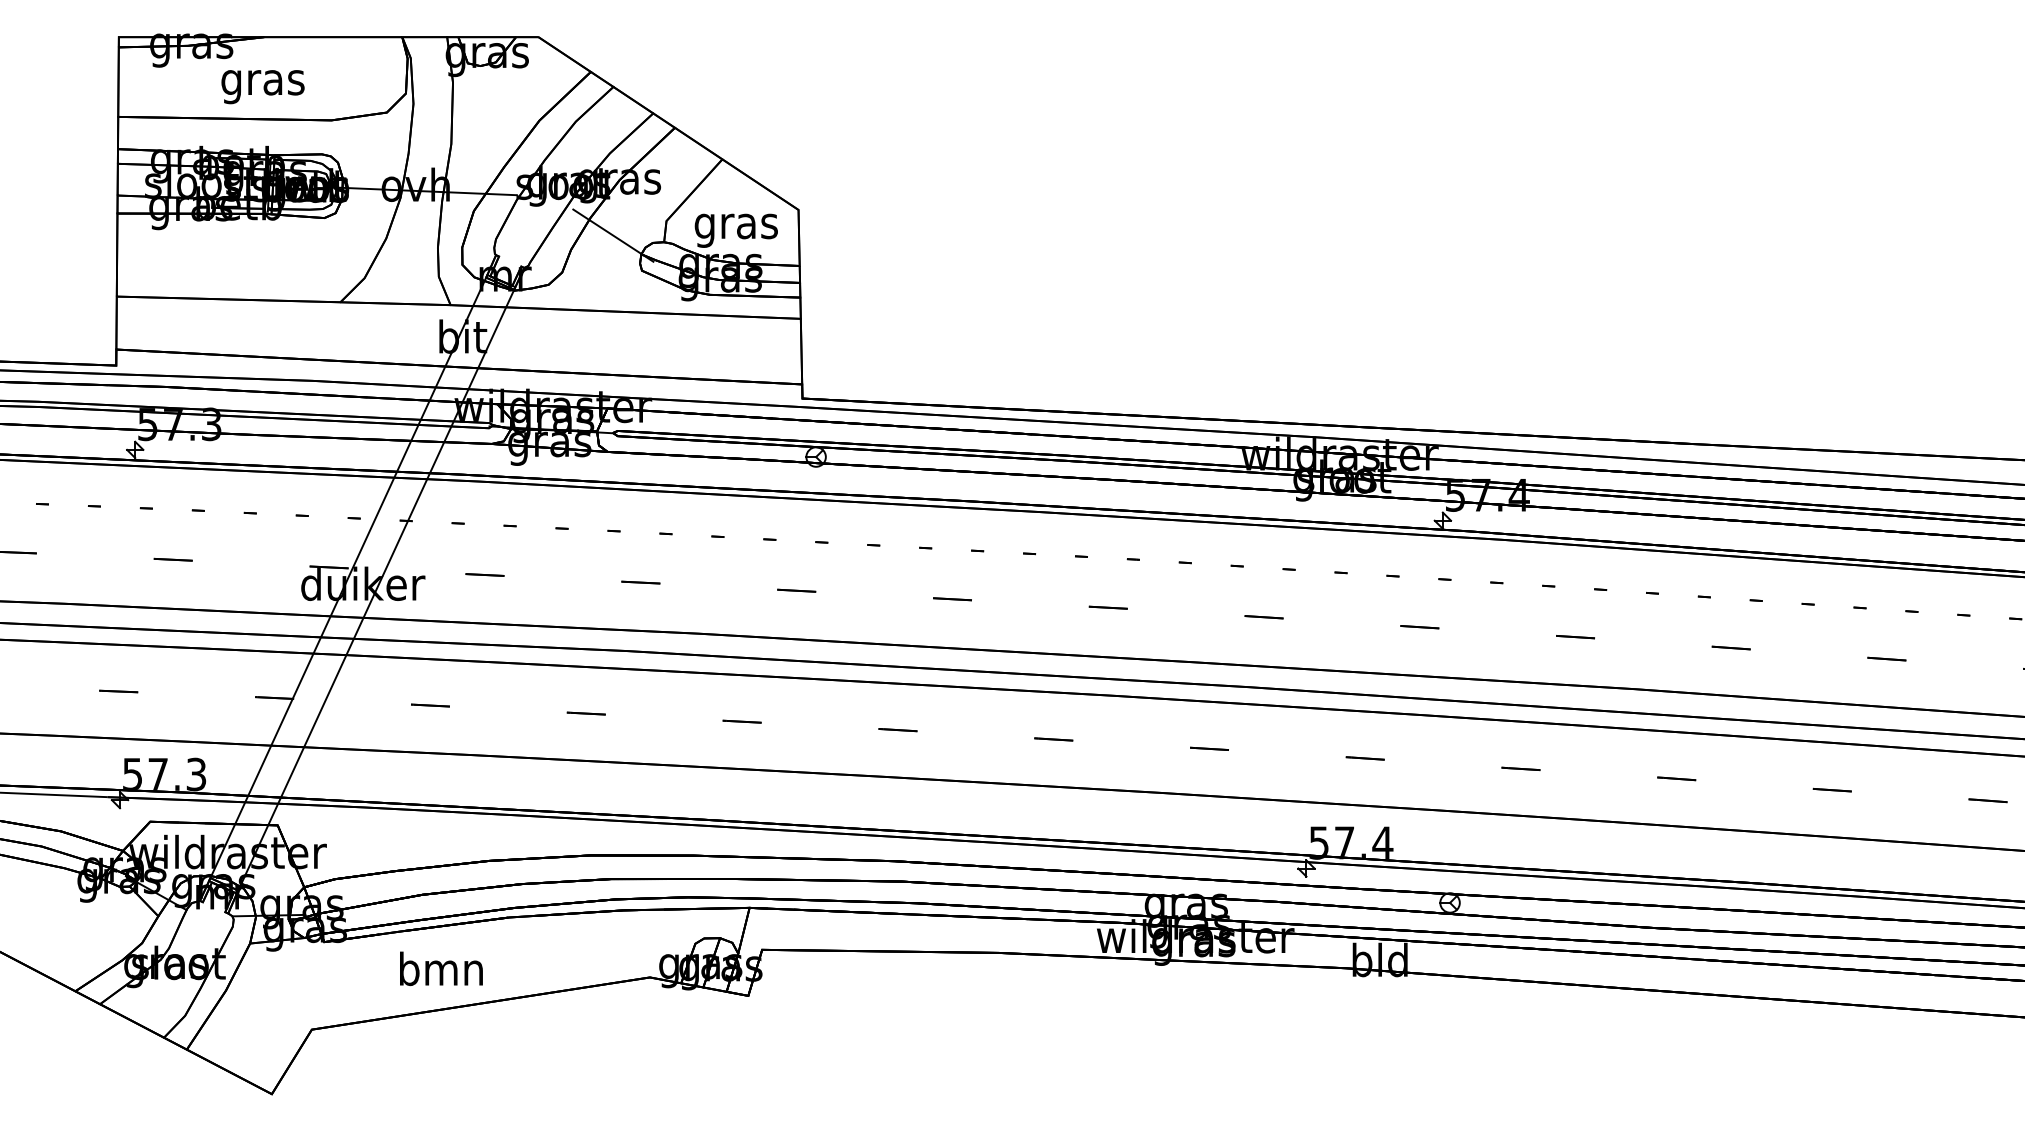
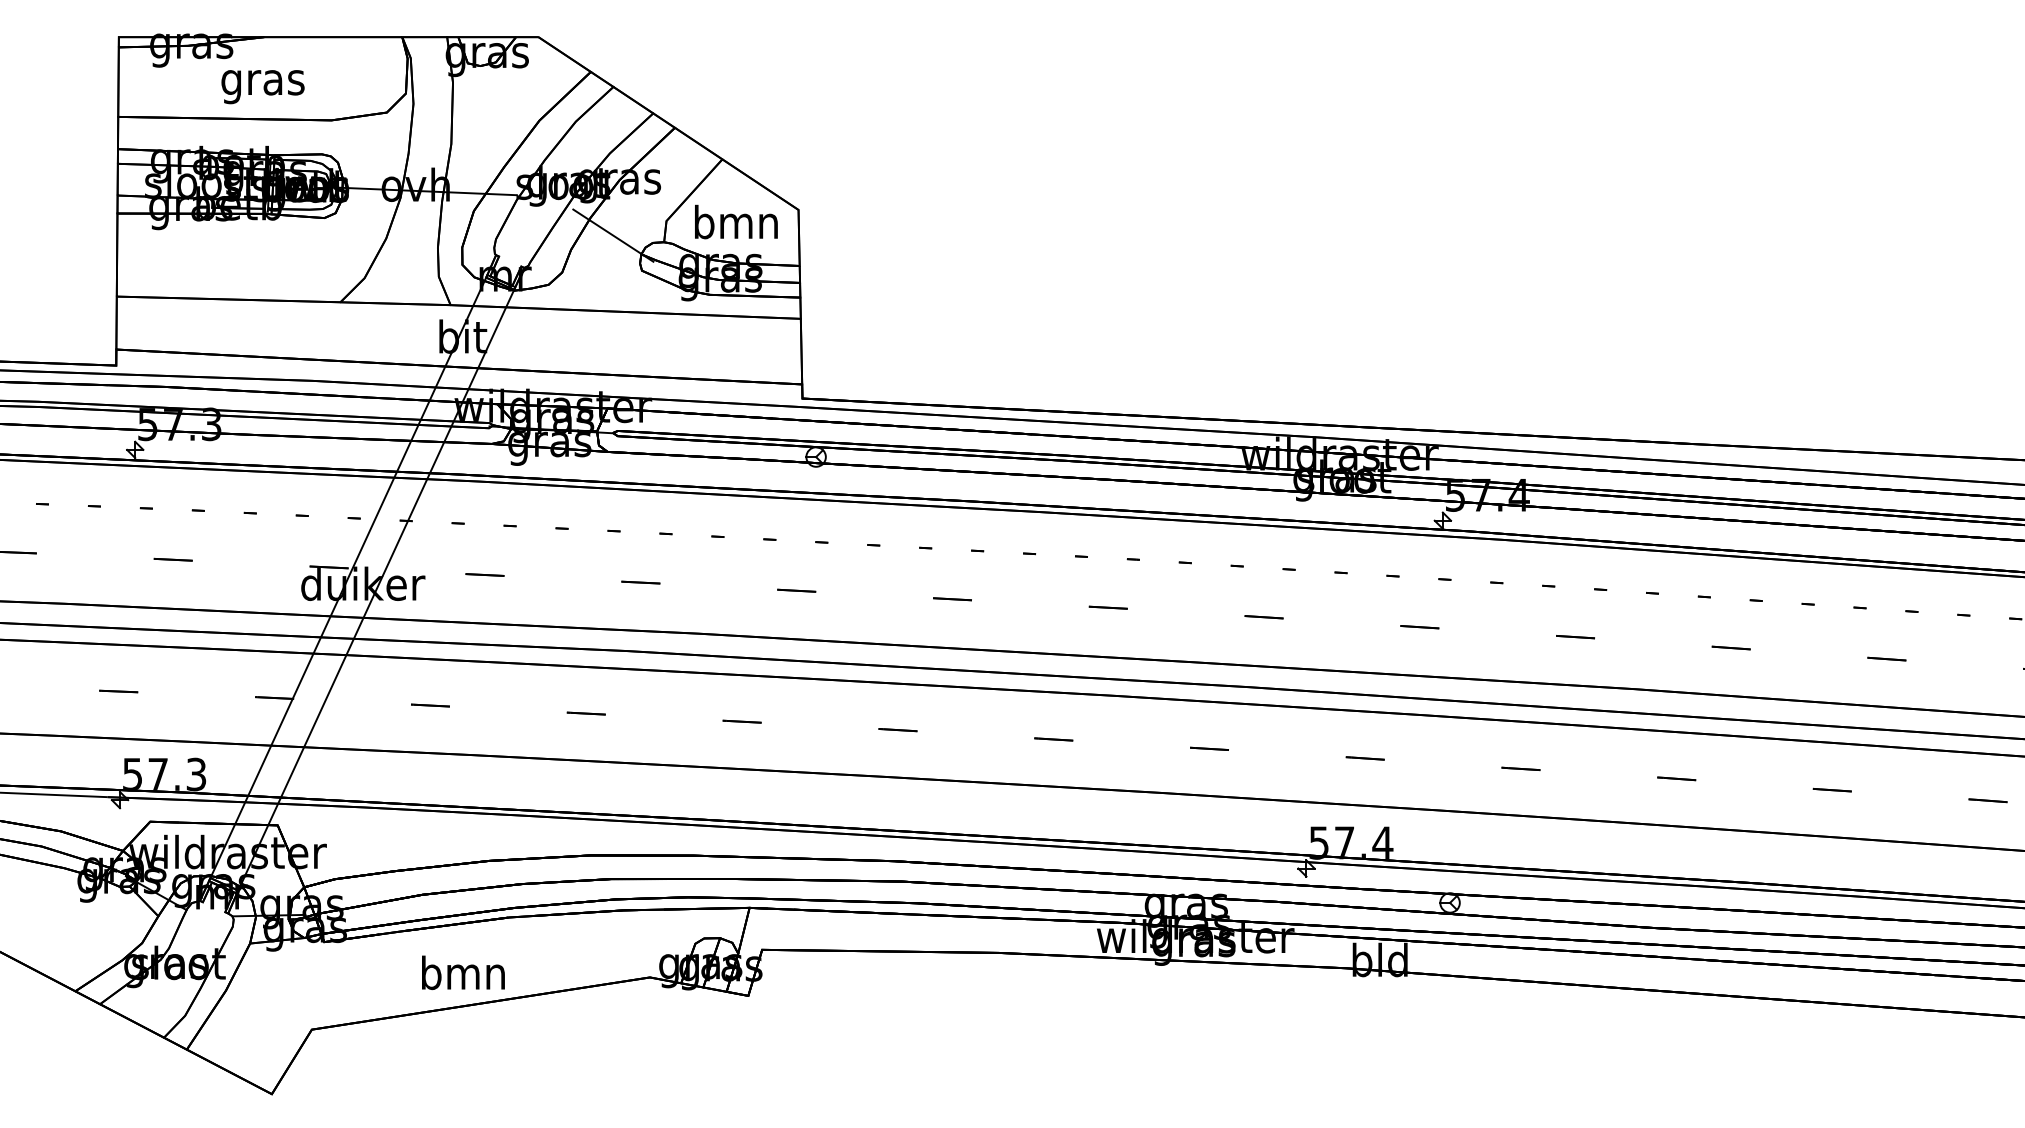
text at (735, 225): gras -> bmn
text at (441, 968) position: (441, 968) -> (463, 972)
